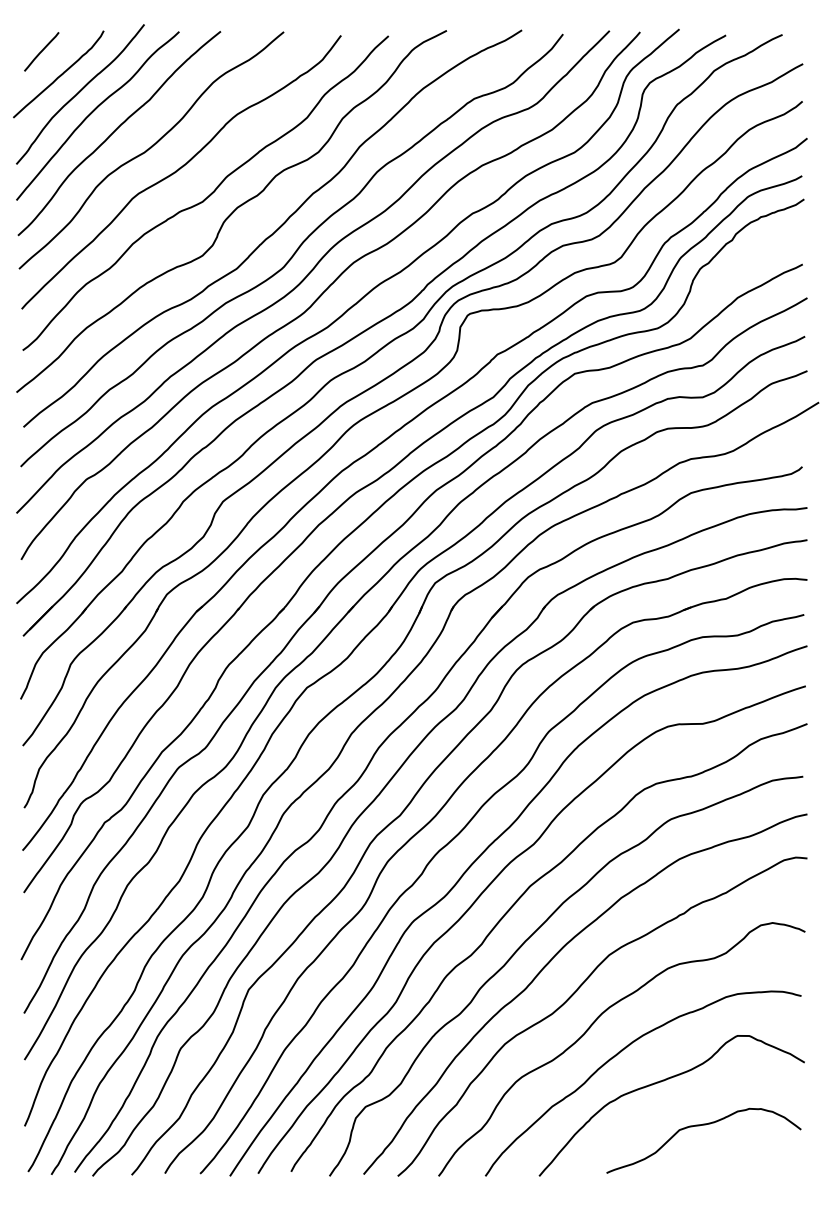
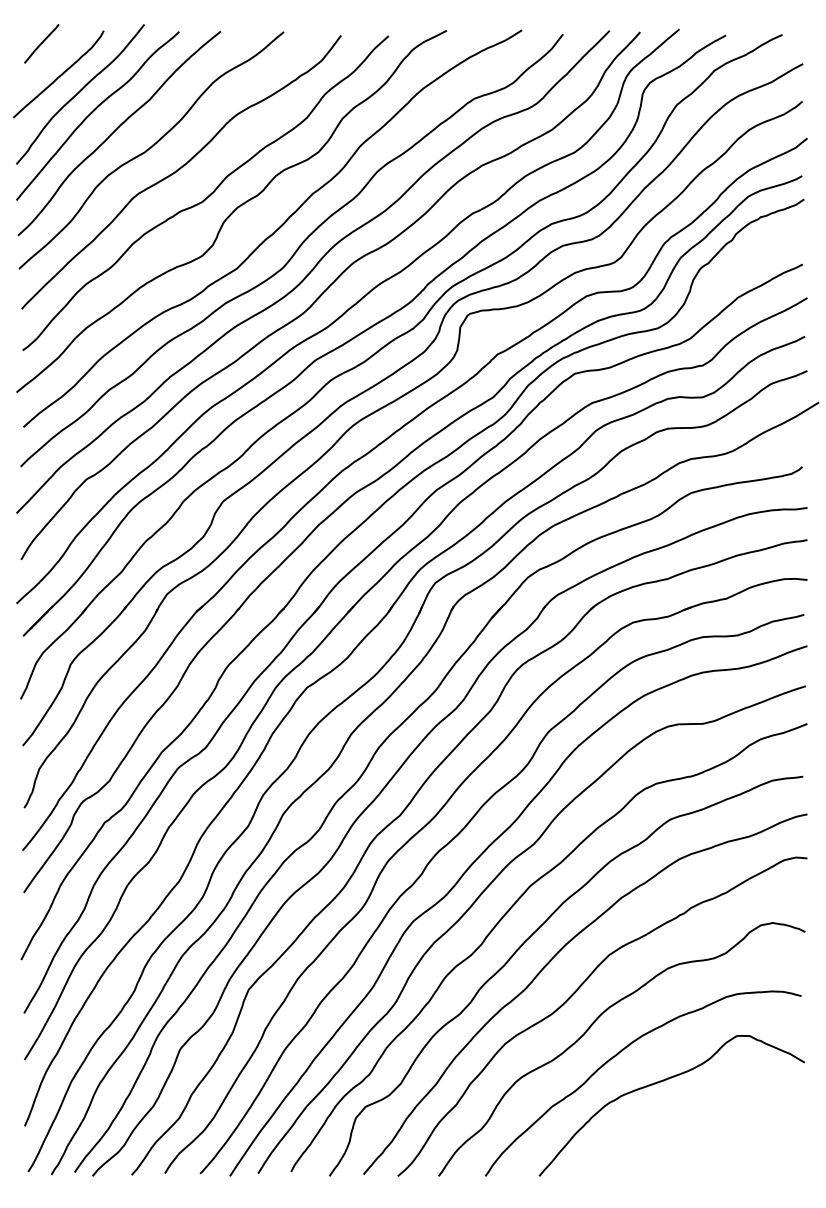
line at (41, 51) position: (41, 51) -> (41, 43)
curve at (699, 1126): present -> none
